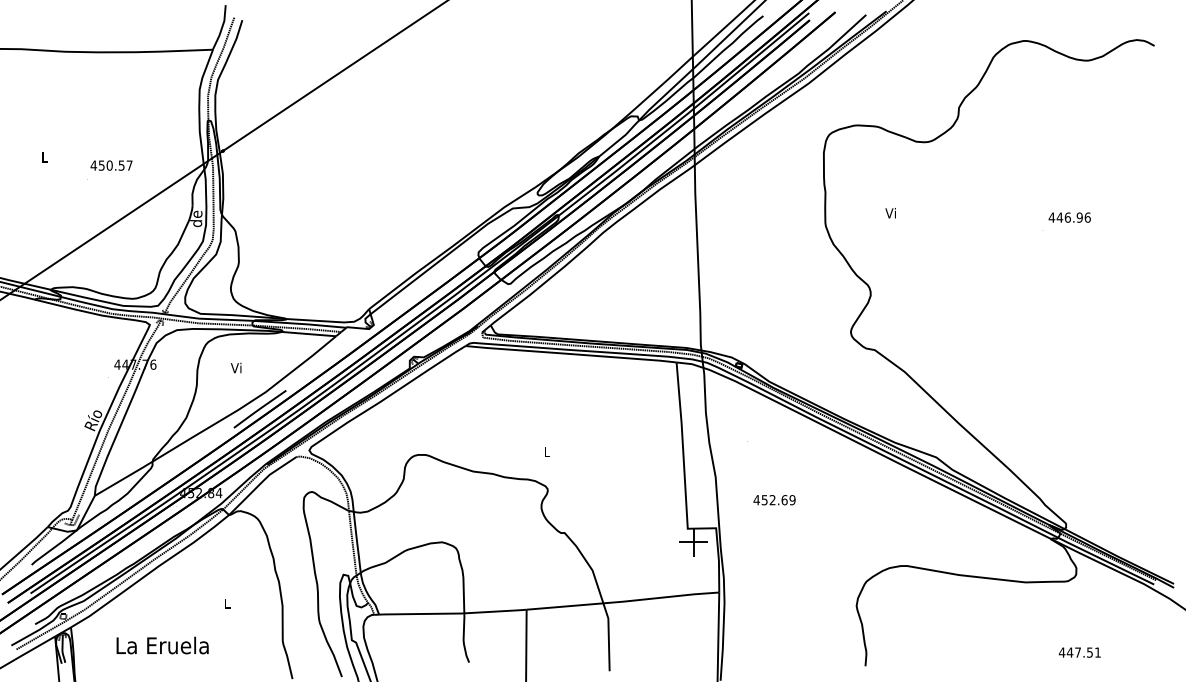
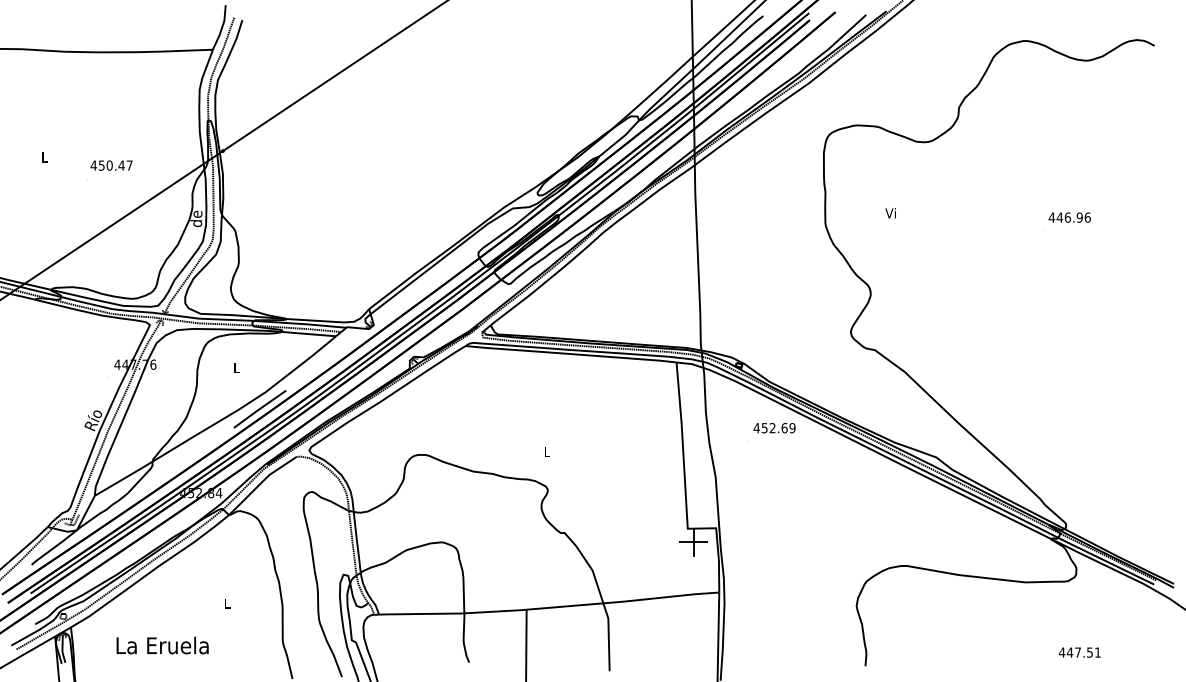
text at (121, 165): 450.57 -> 450.47
text at (235, 367): Vi -> L
text at (774, 500) position: (774, 500) -> (774, 428)
